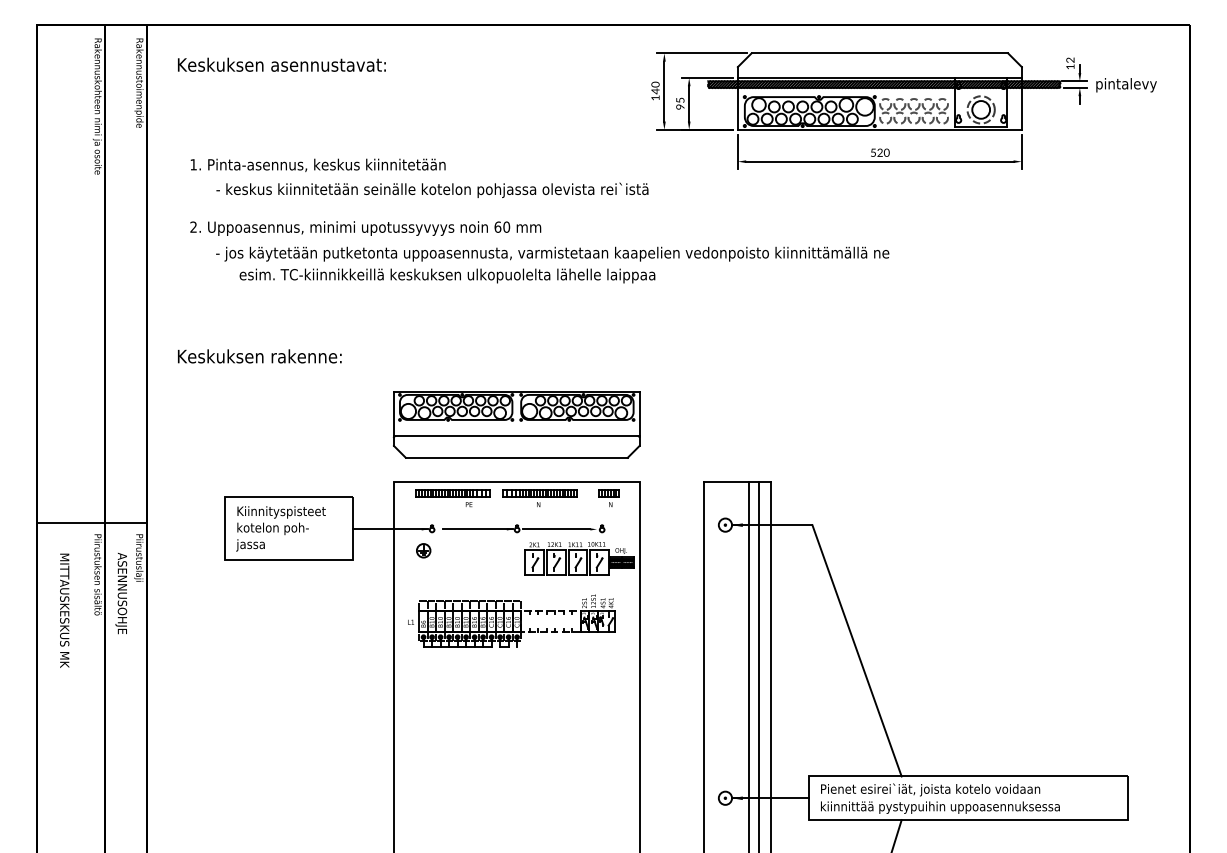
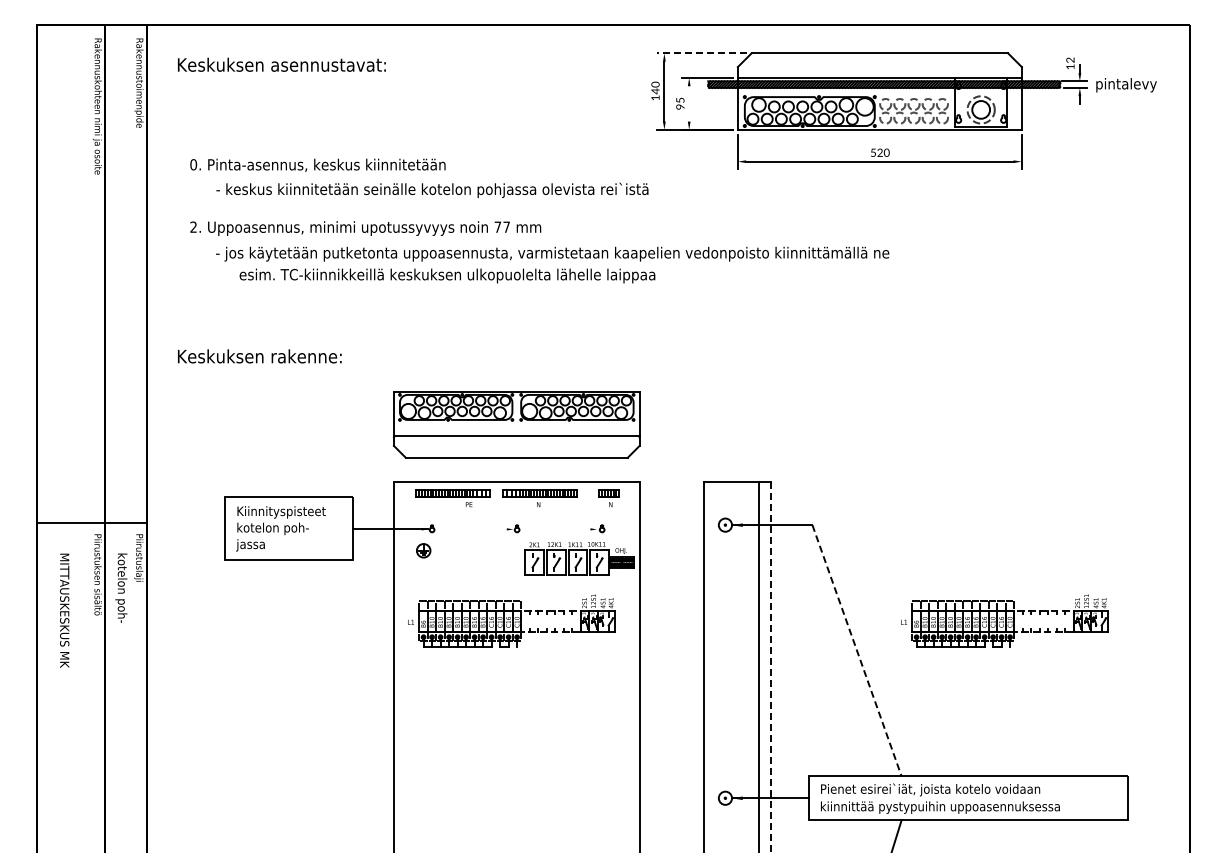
line at (702, 53): solid -> dashed
line at (689, 103): present -> none
text at (193, 164): 1. -> 0.
text at (502, 226): 60 -> 77
line at (477, 529): present -> none
line at (556, 529): present -> none
text at (121, 593): ASENNUSOHJE -> kotelon poh-
part at (1004, 620): none -> present
line at (857, 651): solid -> dashed
line at (749, 665): present -> none
line at (770, 667): solid -> dashed
